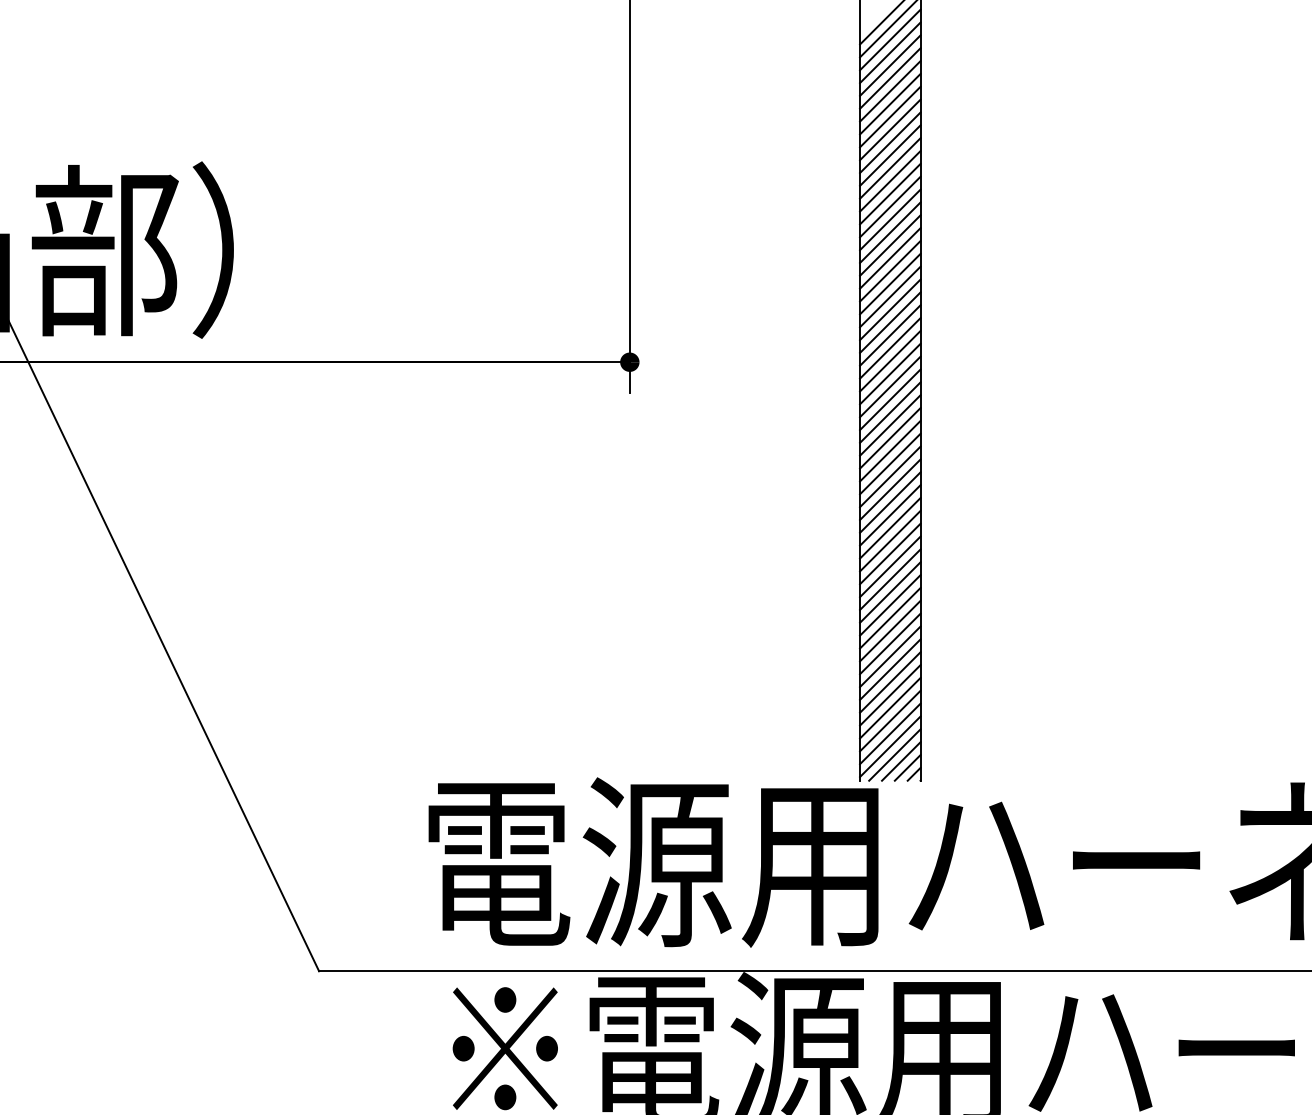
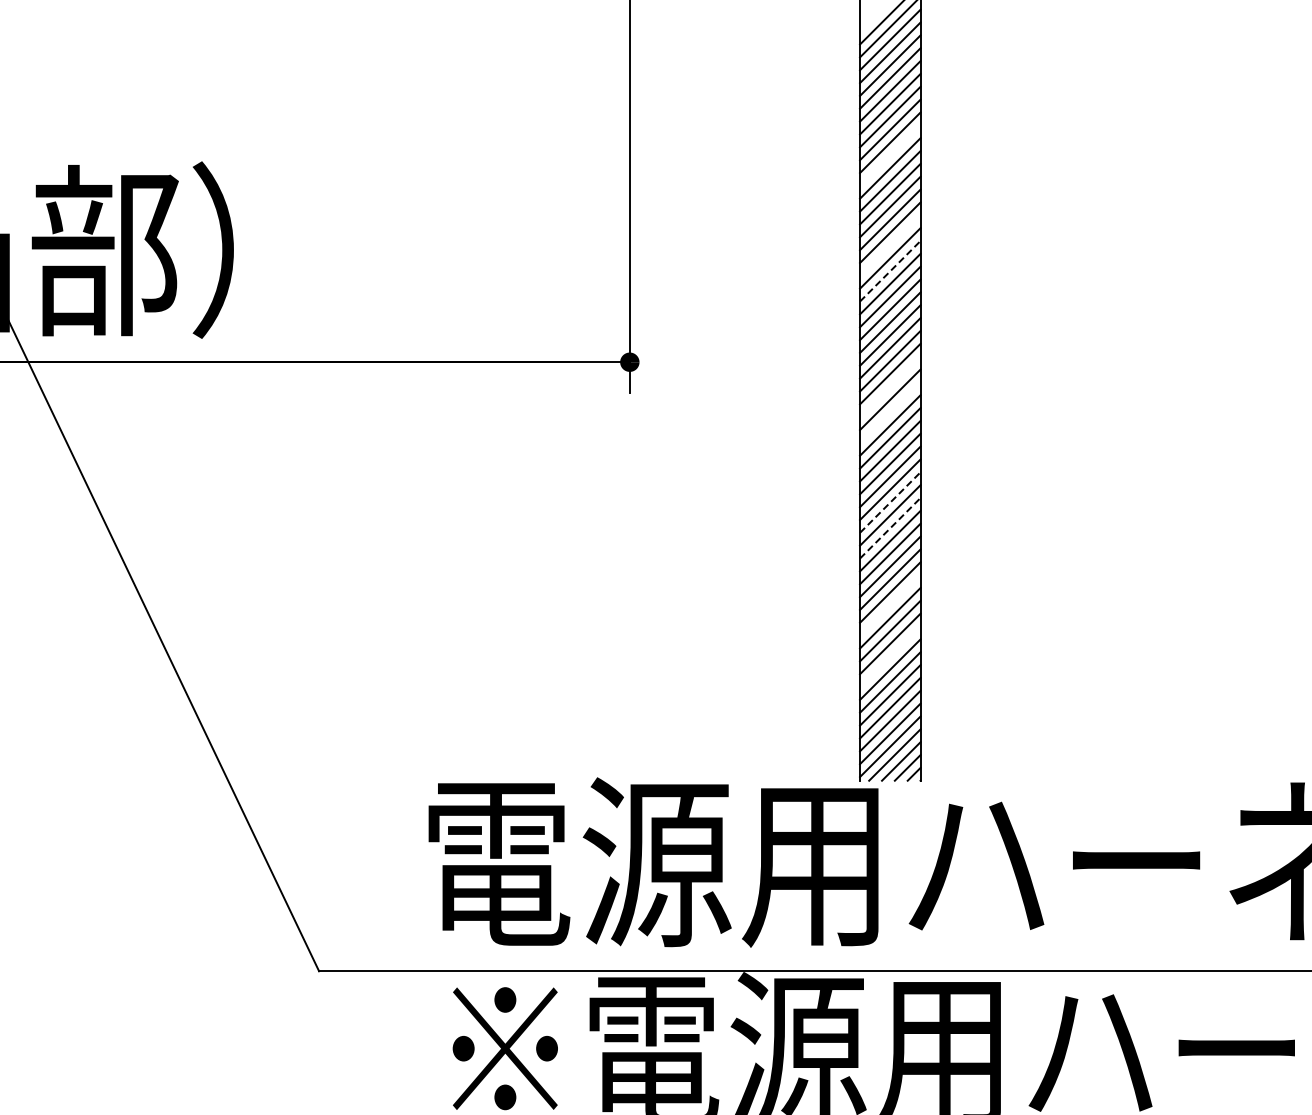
line at (890, 155): present -> none
line at (890, 245): present -> none
line at (890, 271): solid -> dashed
line at (890, 386): present -> none
line at (890, 412): present -> none
line at (890, 502): solid -> dashed
line at (890, 528): solid -> dashed
line at (890, 605): present -> none
line at (890, 656): present -> none
